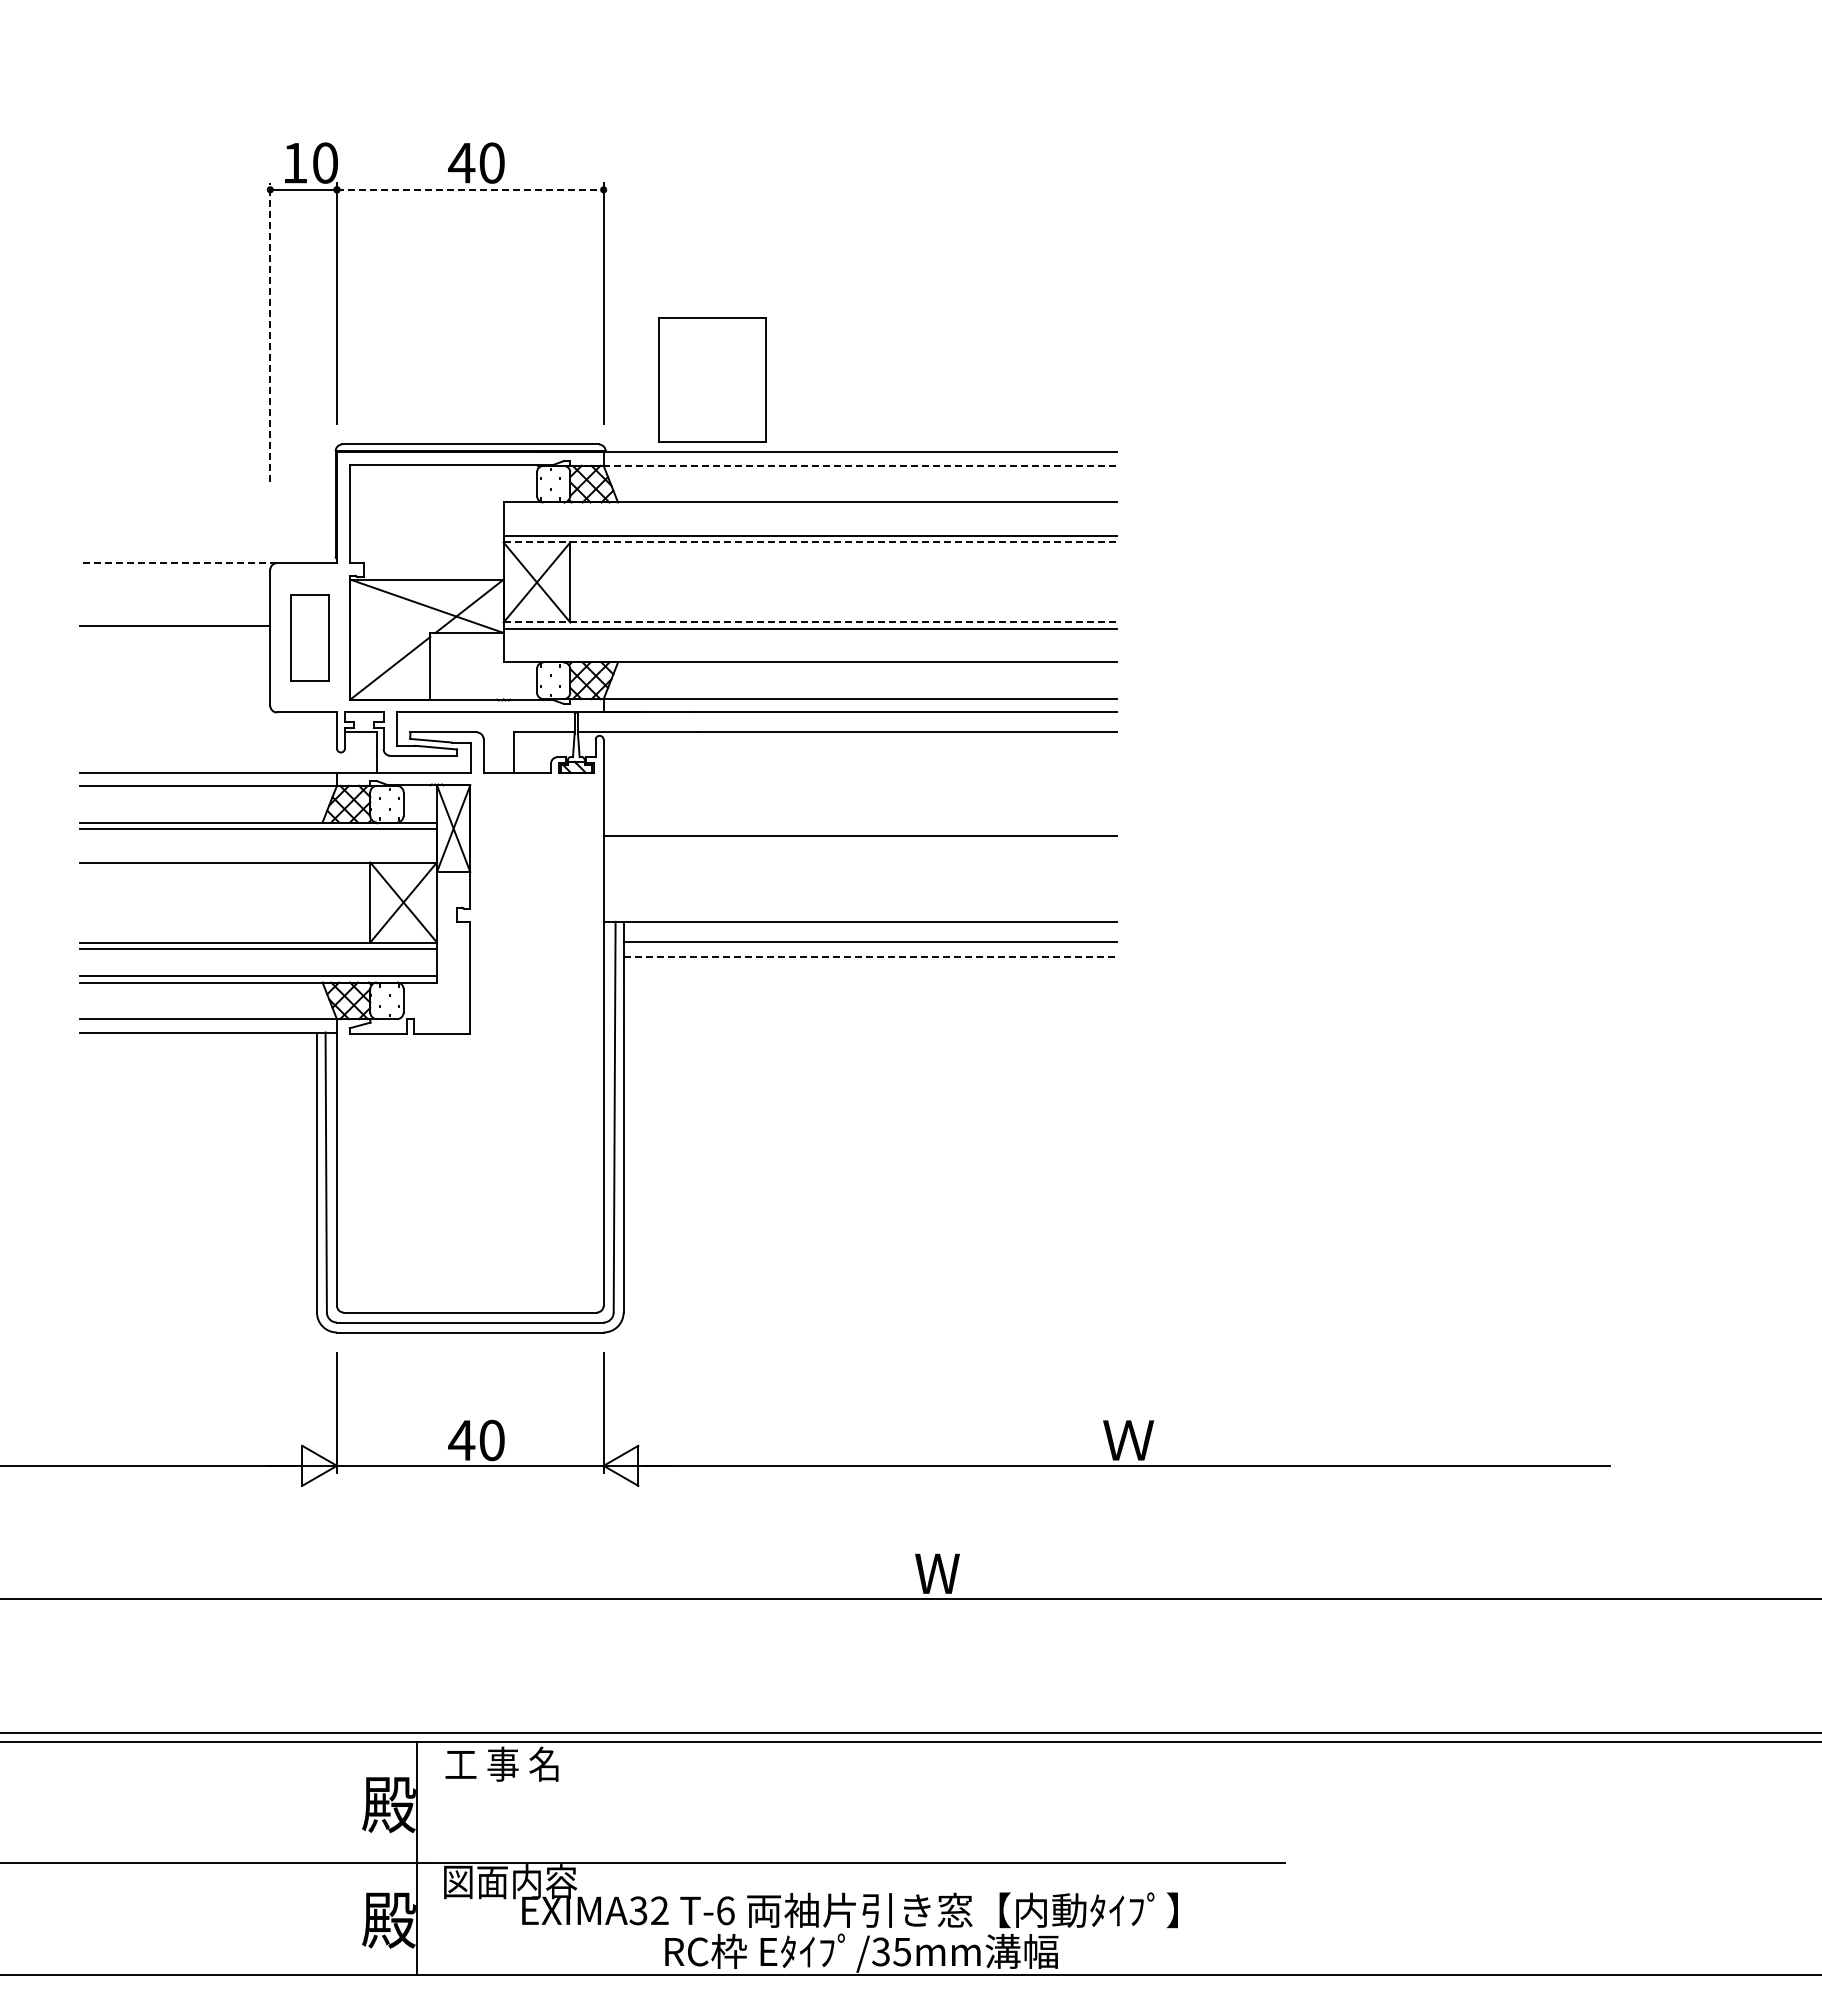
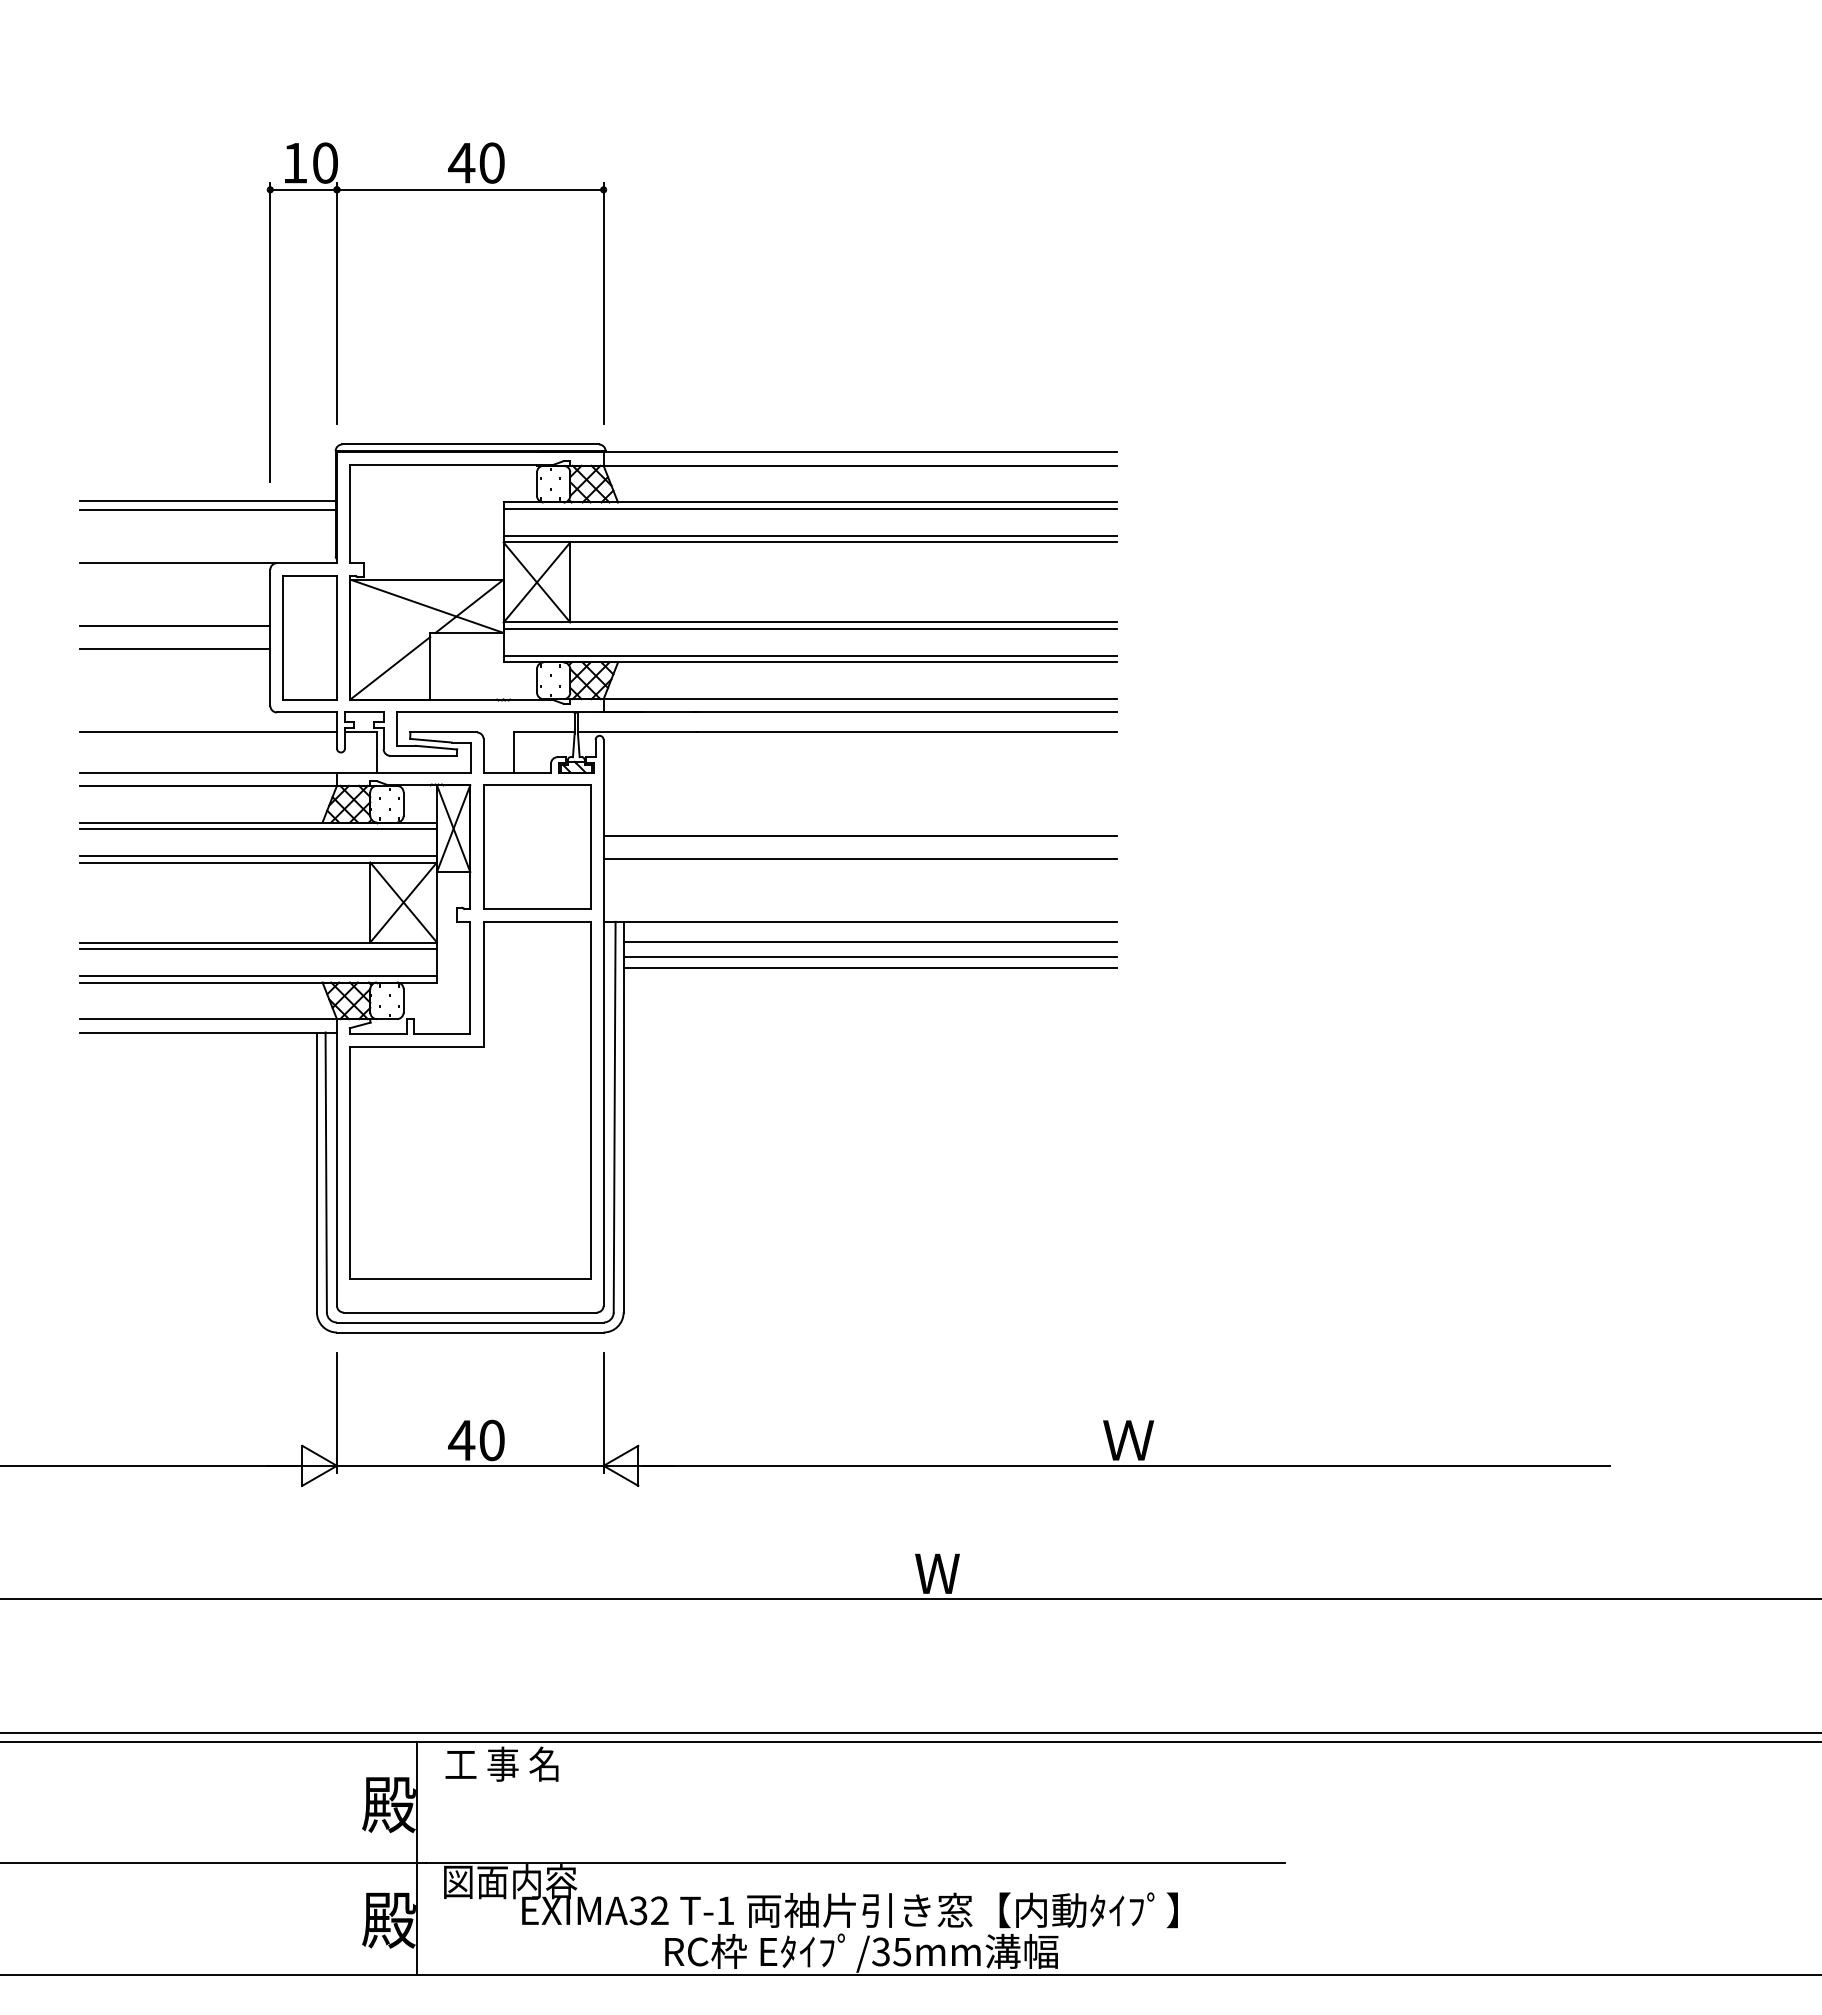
line at (470, 189): dashed -> solid
line at (270, 332): dashed -> solid
part at (712, 379) position: (712, 379) -> (537, 846)
line at (827, 465): dashed -> solid
line at (207, 501): none -> present
line at (809, 509): none -> present
line at (207, 510): none -> present
line at (810, 542): dashed -> solid
line at (178, 563): dashed -> solid
line at (810, 622): dashed -> solid
part at (309, 637) size: 40x88 px -> 56x126 px
line at (175, 649): none -> present
line at (809, 655): none -> present
line at (208, 732): none -> present
line at (258, 855): none -> present
line at (859, 858): none -> present
line at (870, 956): dashed -> solid
line at (869, 967): none -> present
part at (470, 1100): none -> present
text at (725, 1910): T-6 -> T-1
